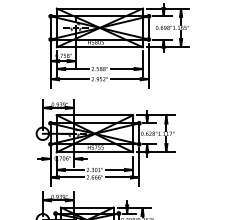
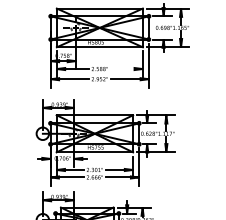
line at (126, 69): present -> none
